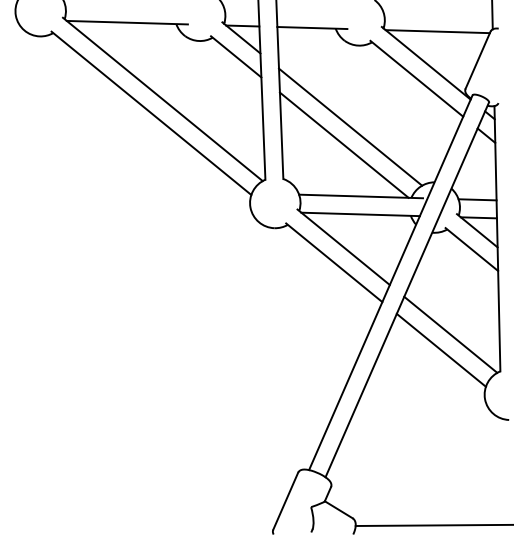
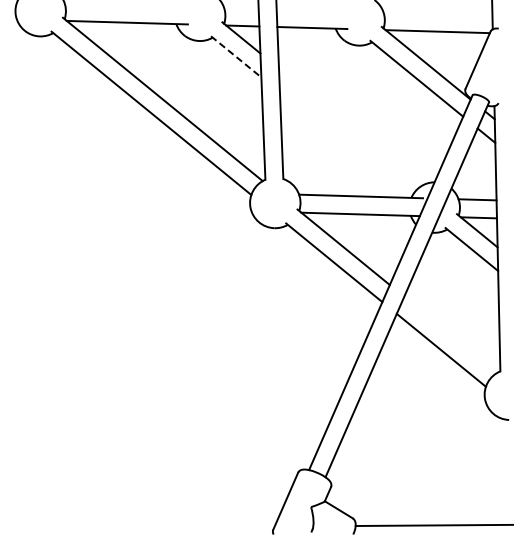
line at (236, 56): solid -> dashed
line at (350, 126): present -> none
line at (343, 144): present -> none
line at (450, 334): present -> none
